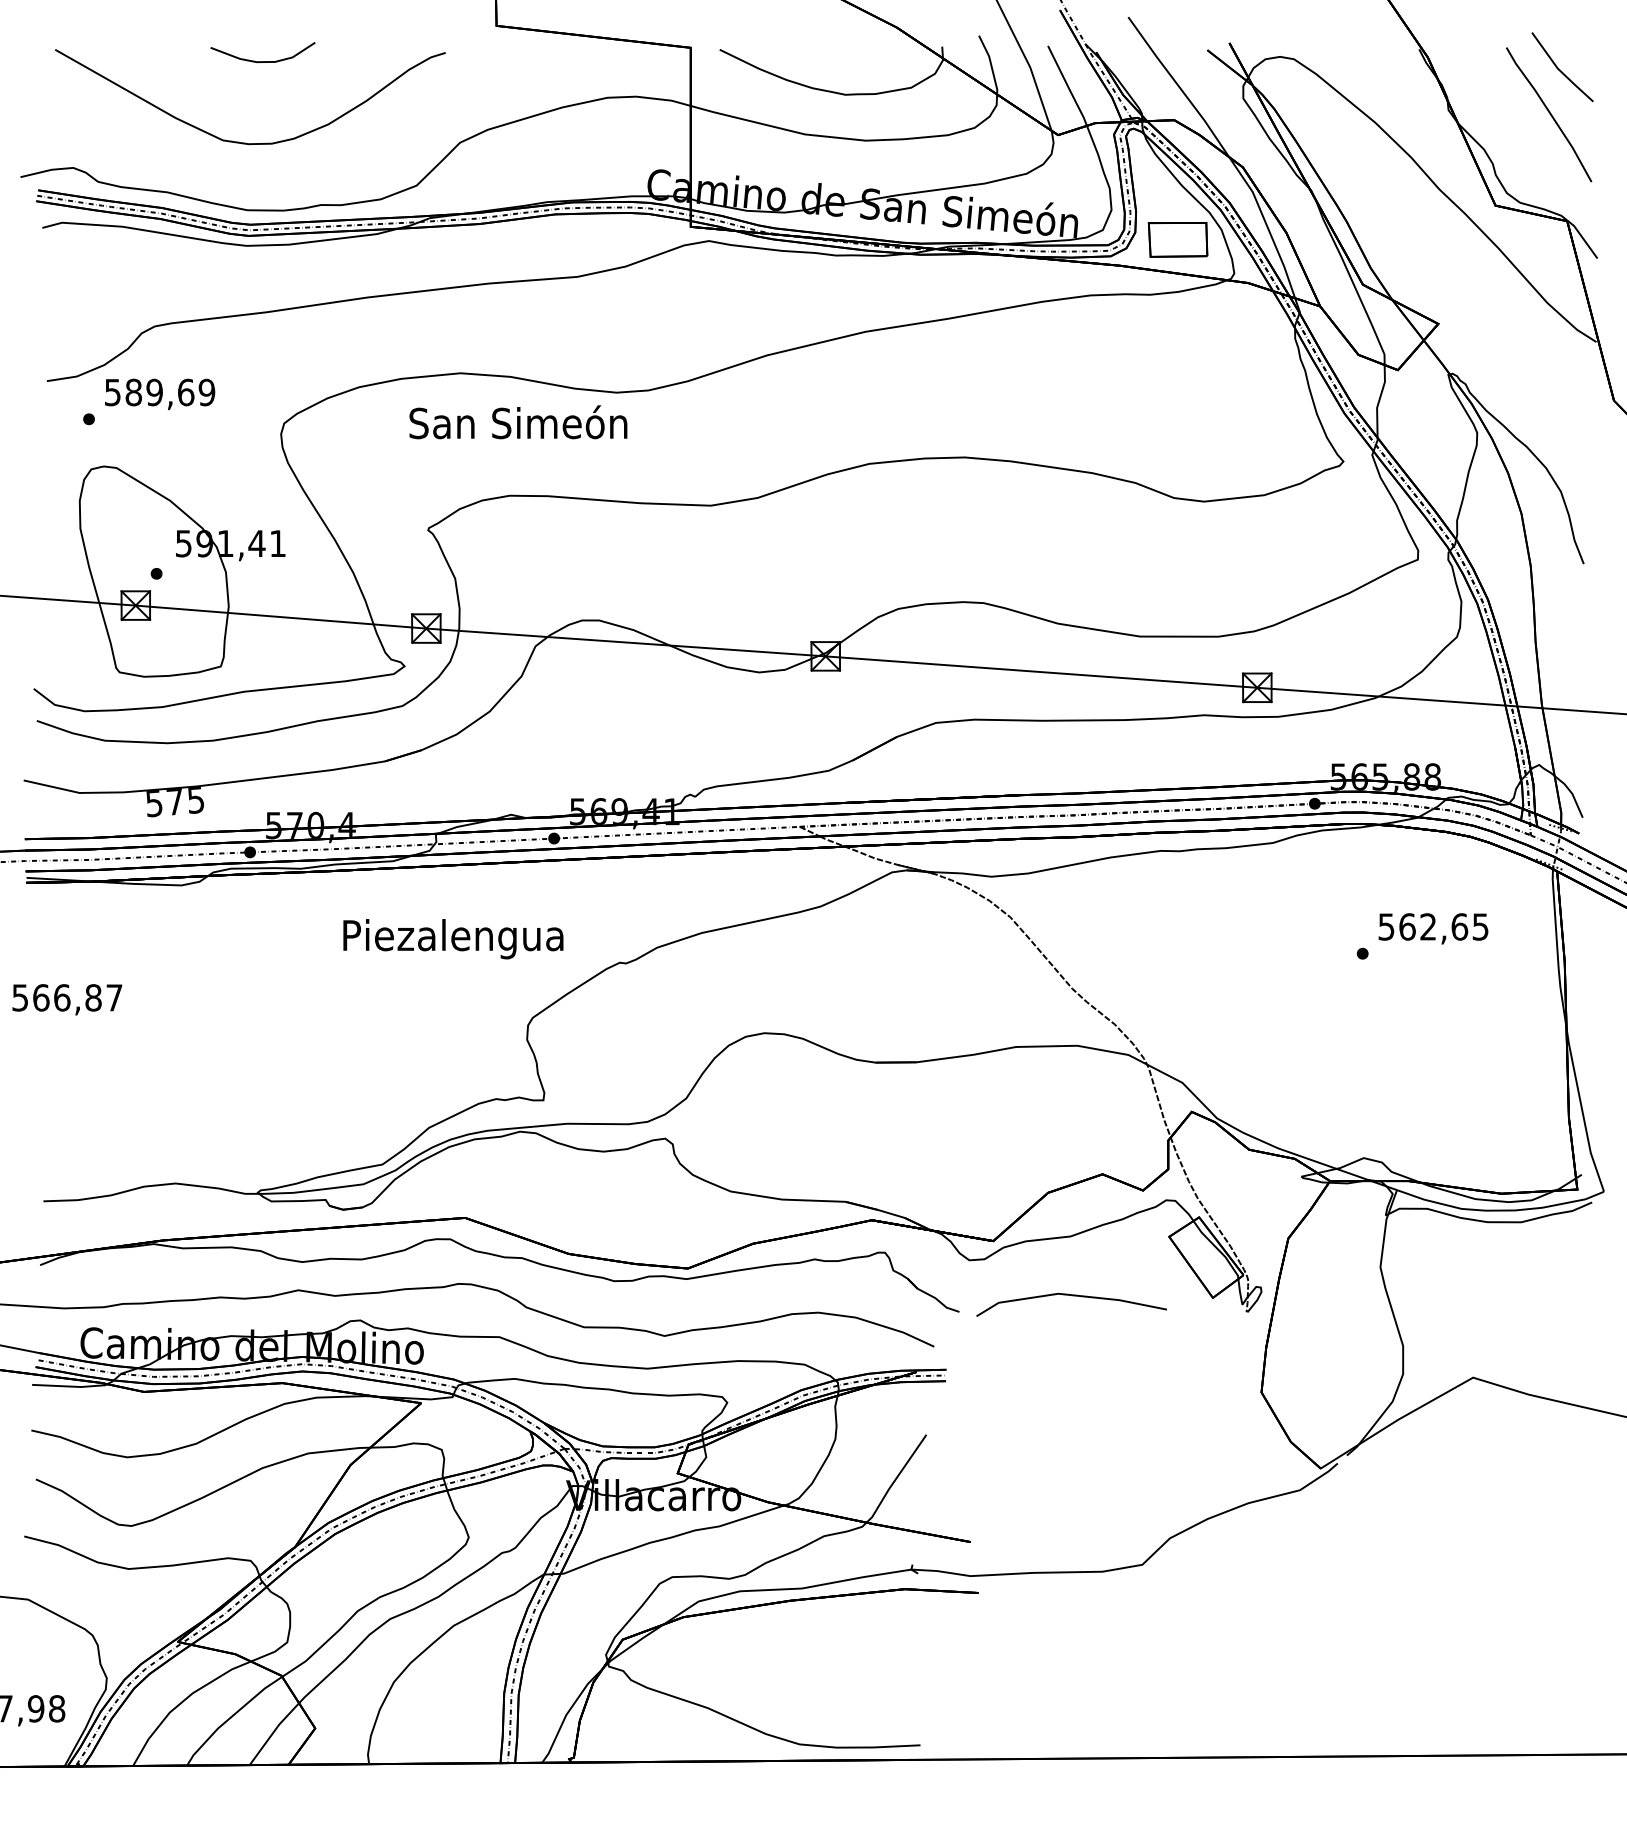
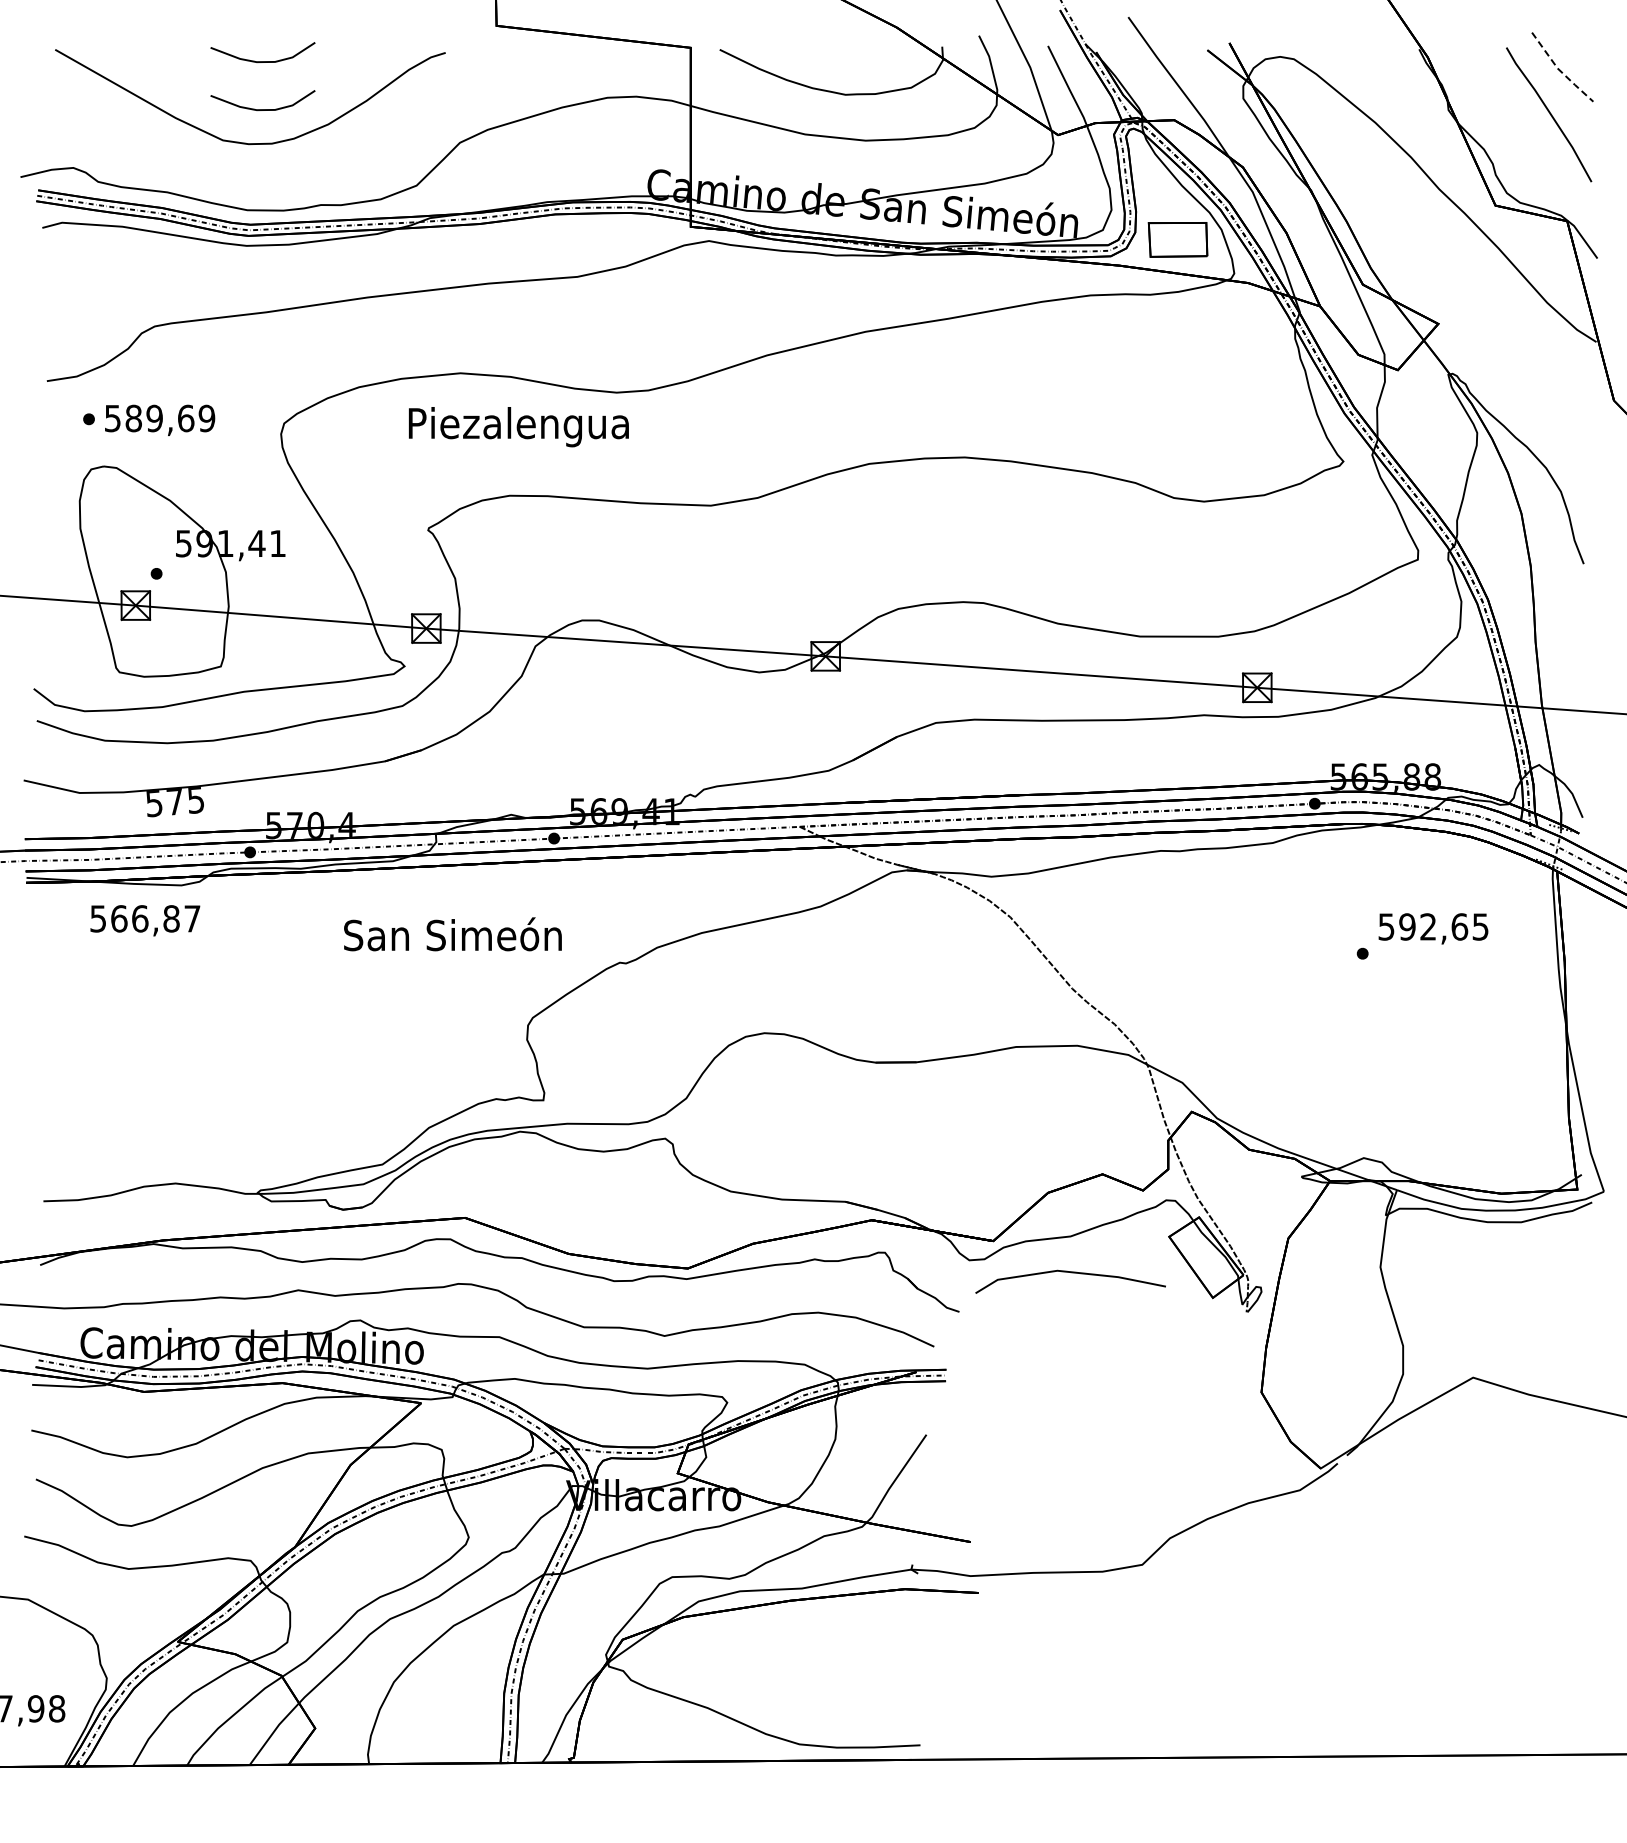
line at (1559, 69): solid -> dashed
curve at (262, 109): none -> present
text at (160, 393) position: (160, 393) -> (160, 419)
text at (518, 426): San Simeón -> Piezalengua
text at (1407, 926): 562,65 -> 592,65
text at (453, 938): Piezalengua -> San Simeón
text at (67, 999) position: (67, 999) -> (145, 920)
line at (1072, 1296) position: (1072, 1296) -> (1071, 1273)
